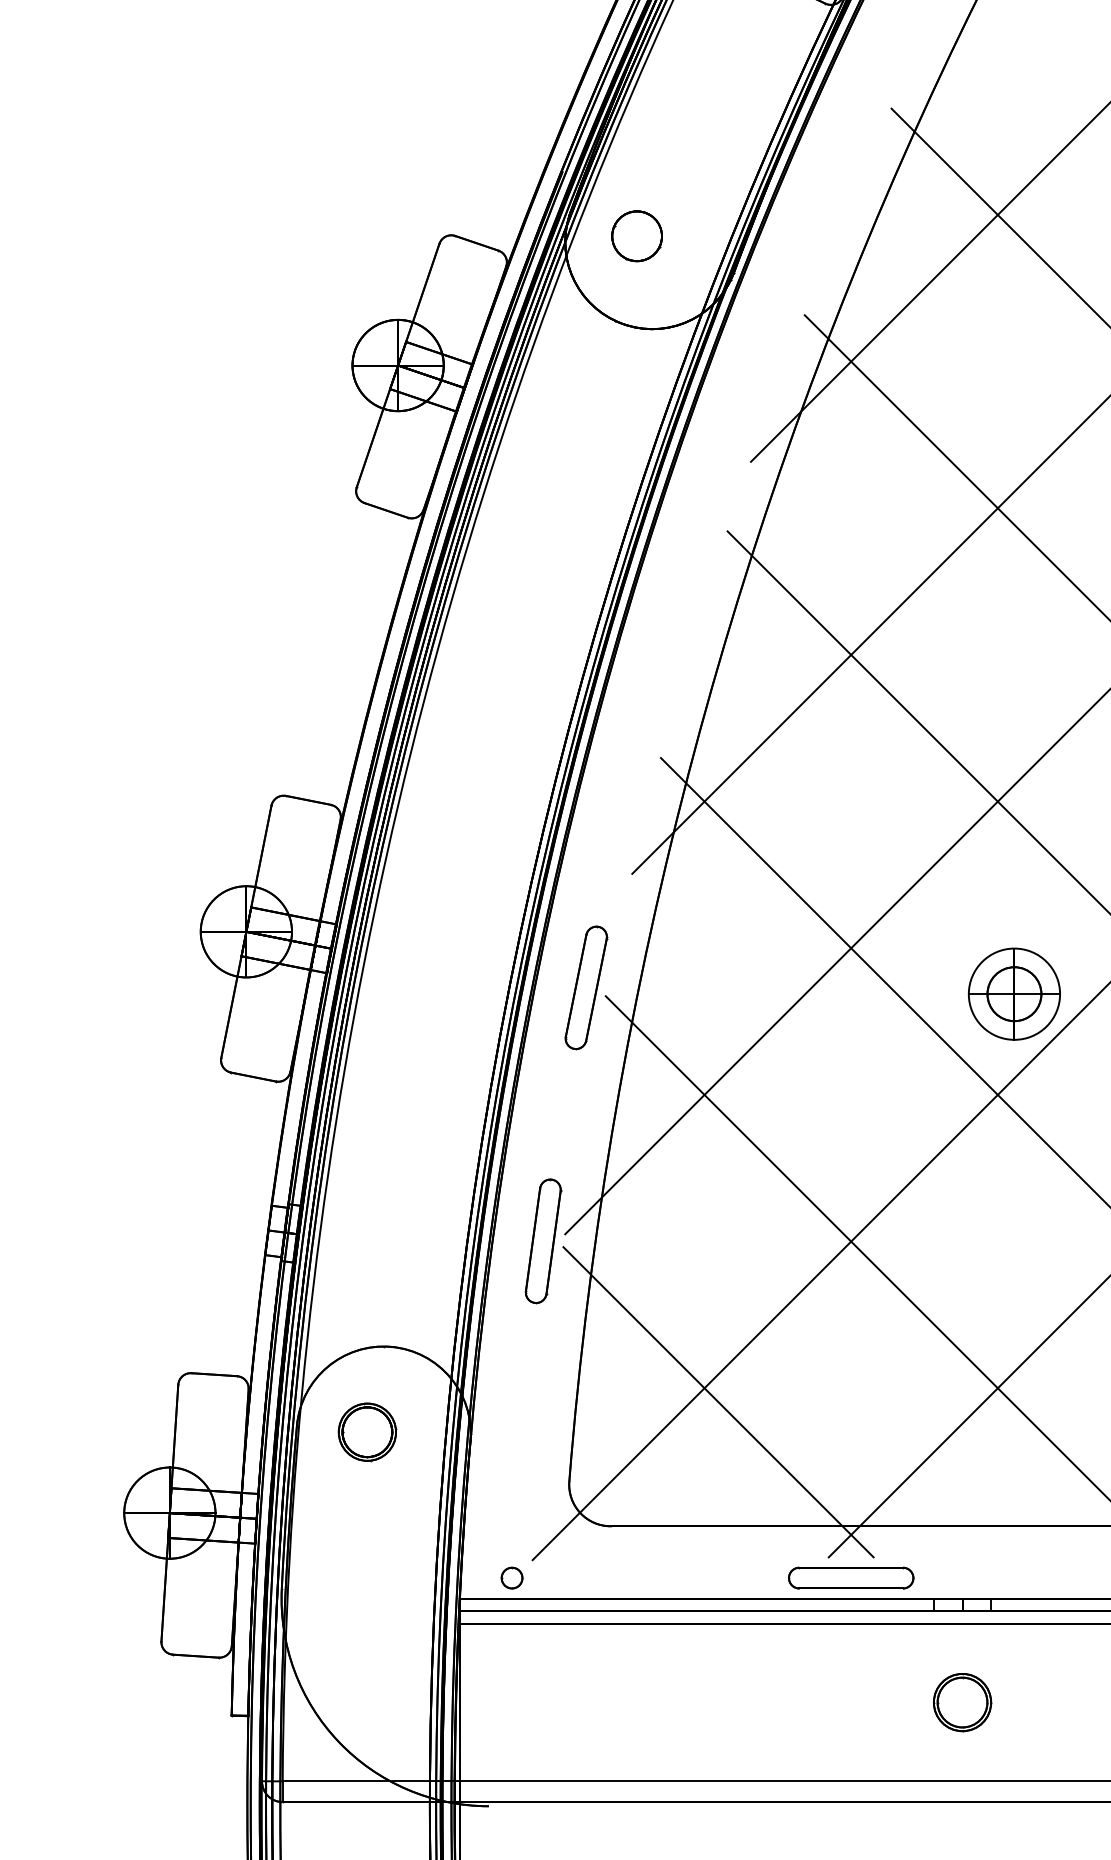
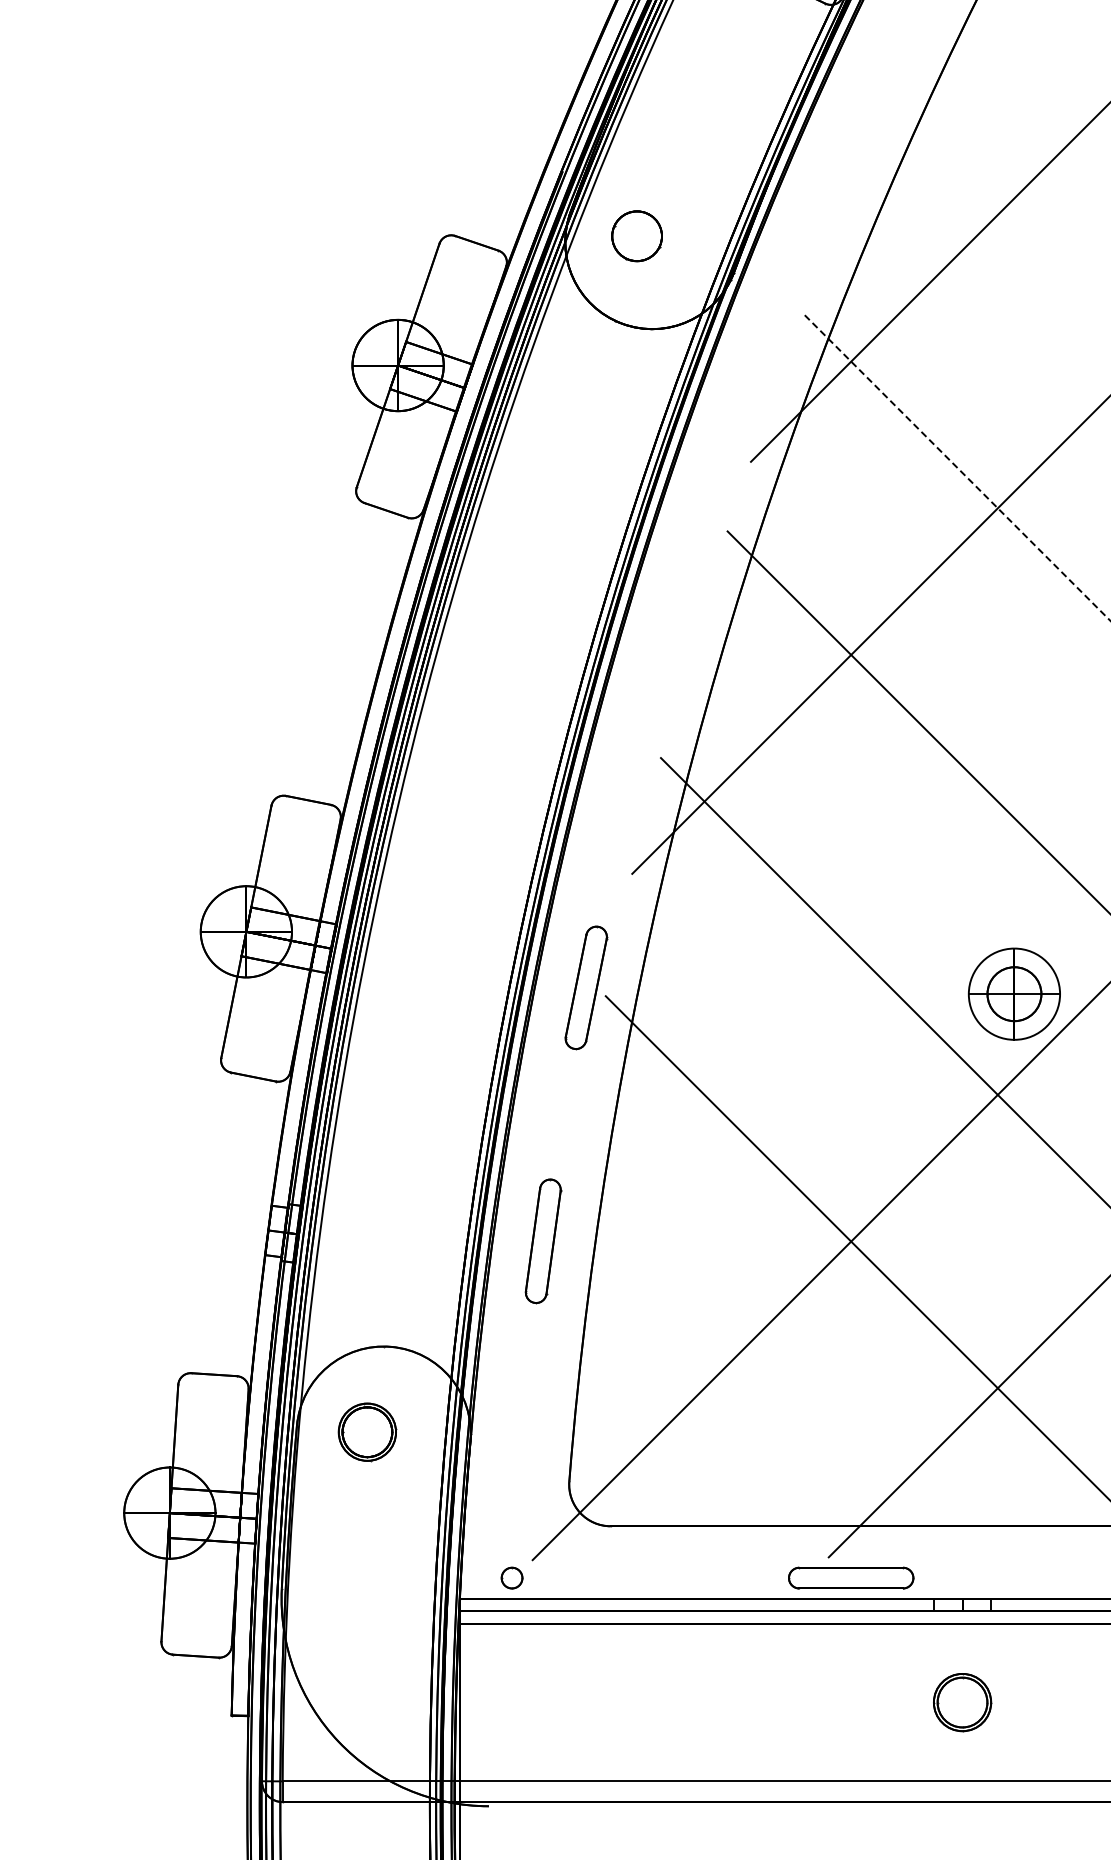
line at (999, 216): present -> none
line at (958, 468): solid -> dashed
line at (836, 962): present -> none
line at (718, 1402): present -> none
